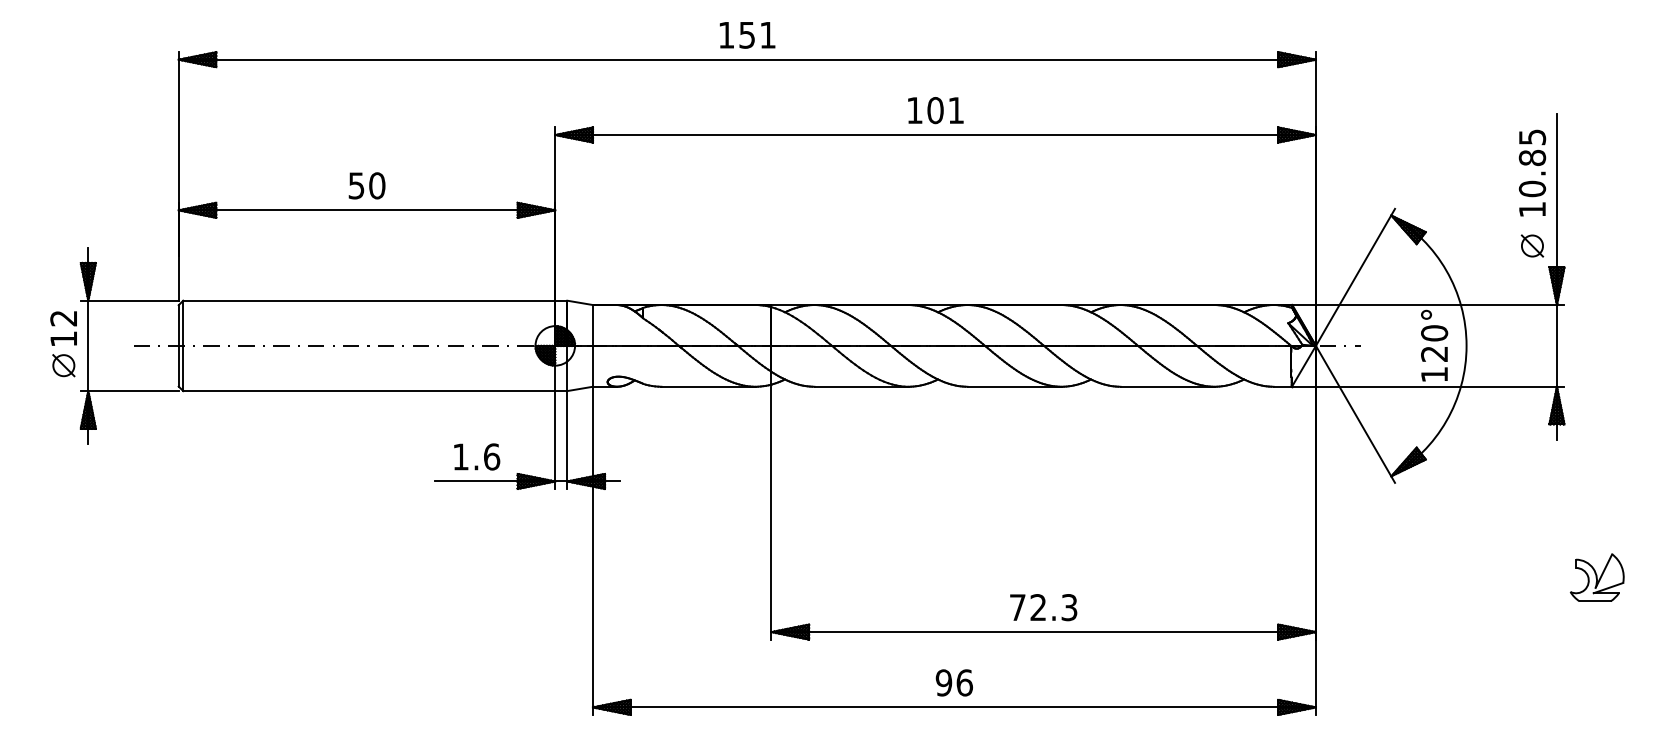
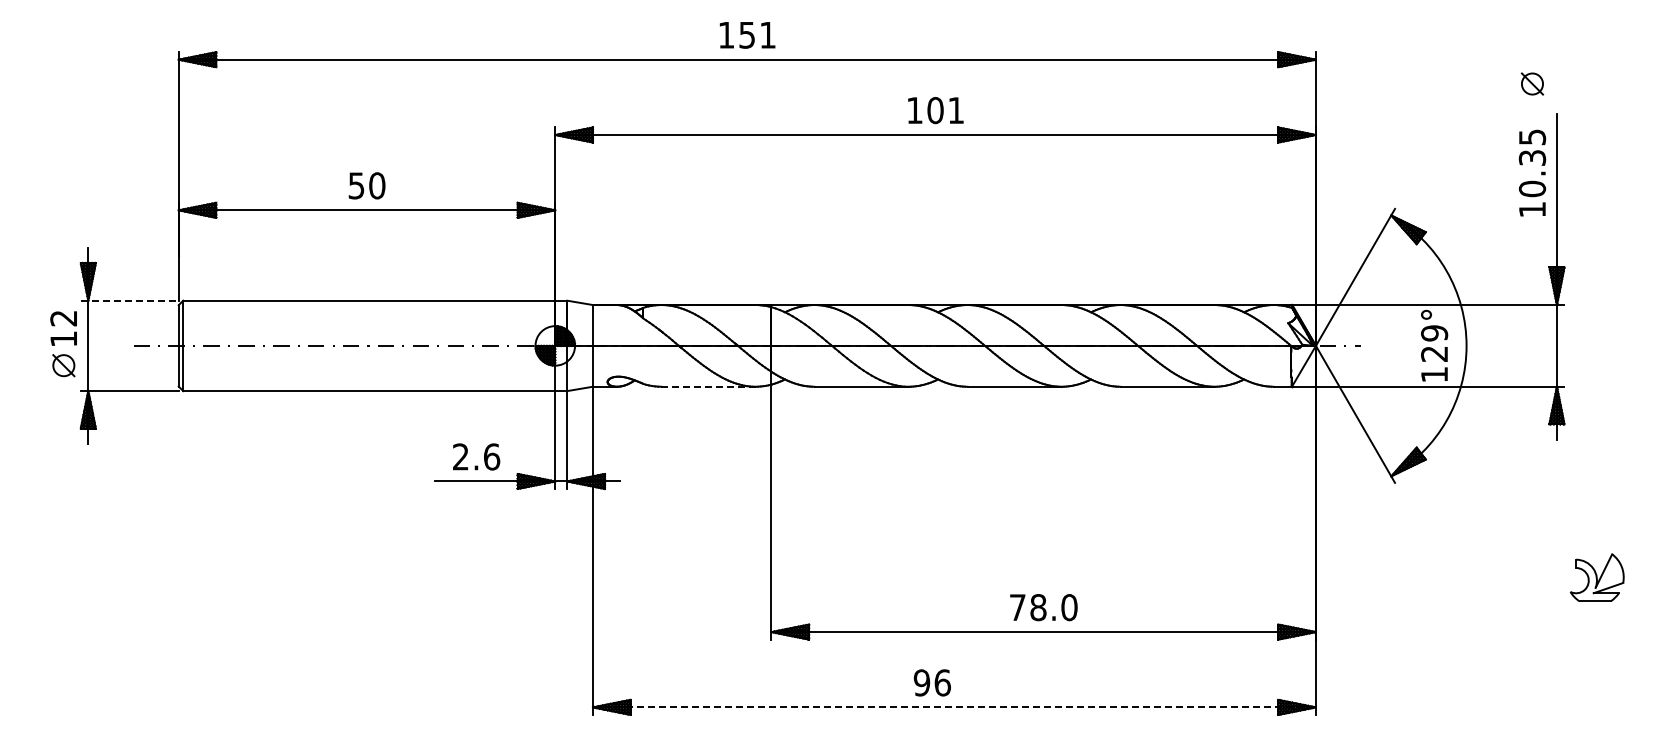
text at (1532, 157): 10.85 -> 10.35
part at (1532, 245) position: (1532, 245) -> (1532, 83)
line at (129, 300): solid -> dashed
text at (1434, 333): 120° -> 129°
line at (709, 386): solid -> dashed
text at (460, 456): 1.6 -> 2.6
text at (1053, 607): 72.3 -> 78.0
text at (953, 682) position: (953, 682) -> (931, 682)
line at (954, 707): solid -> dashed
